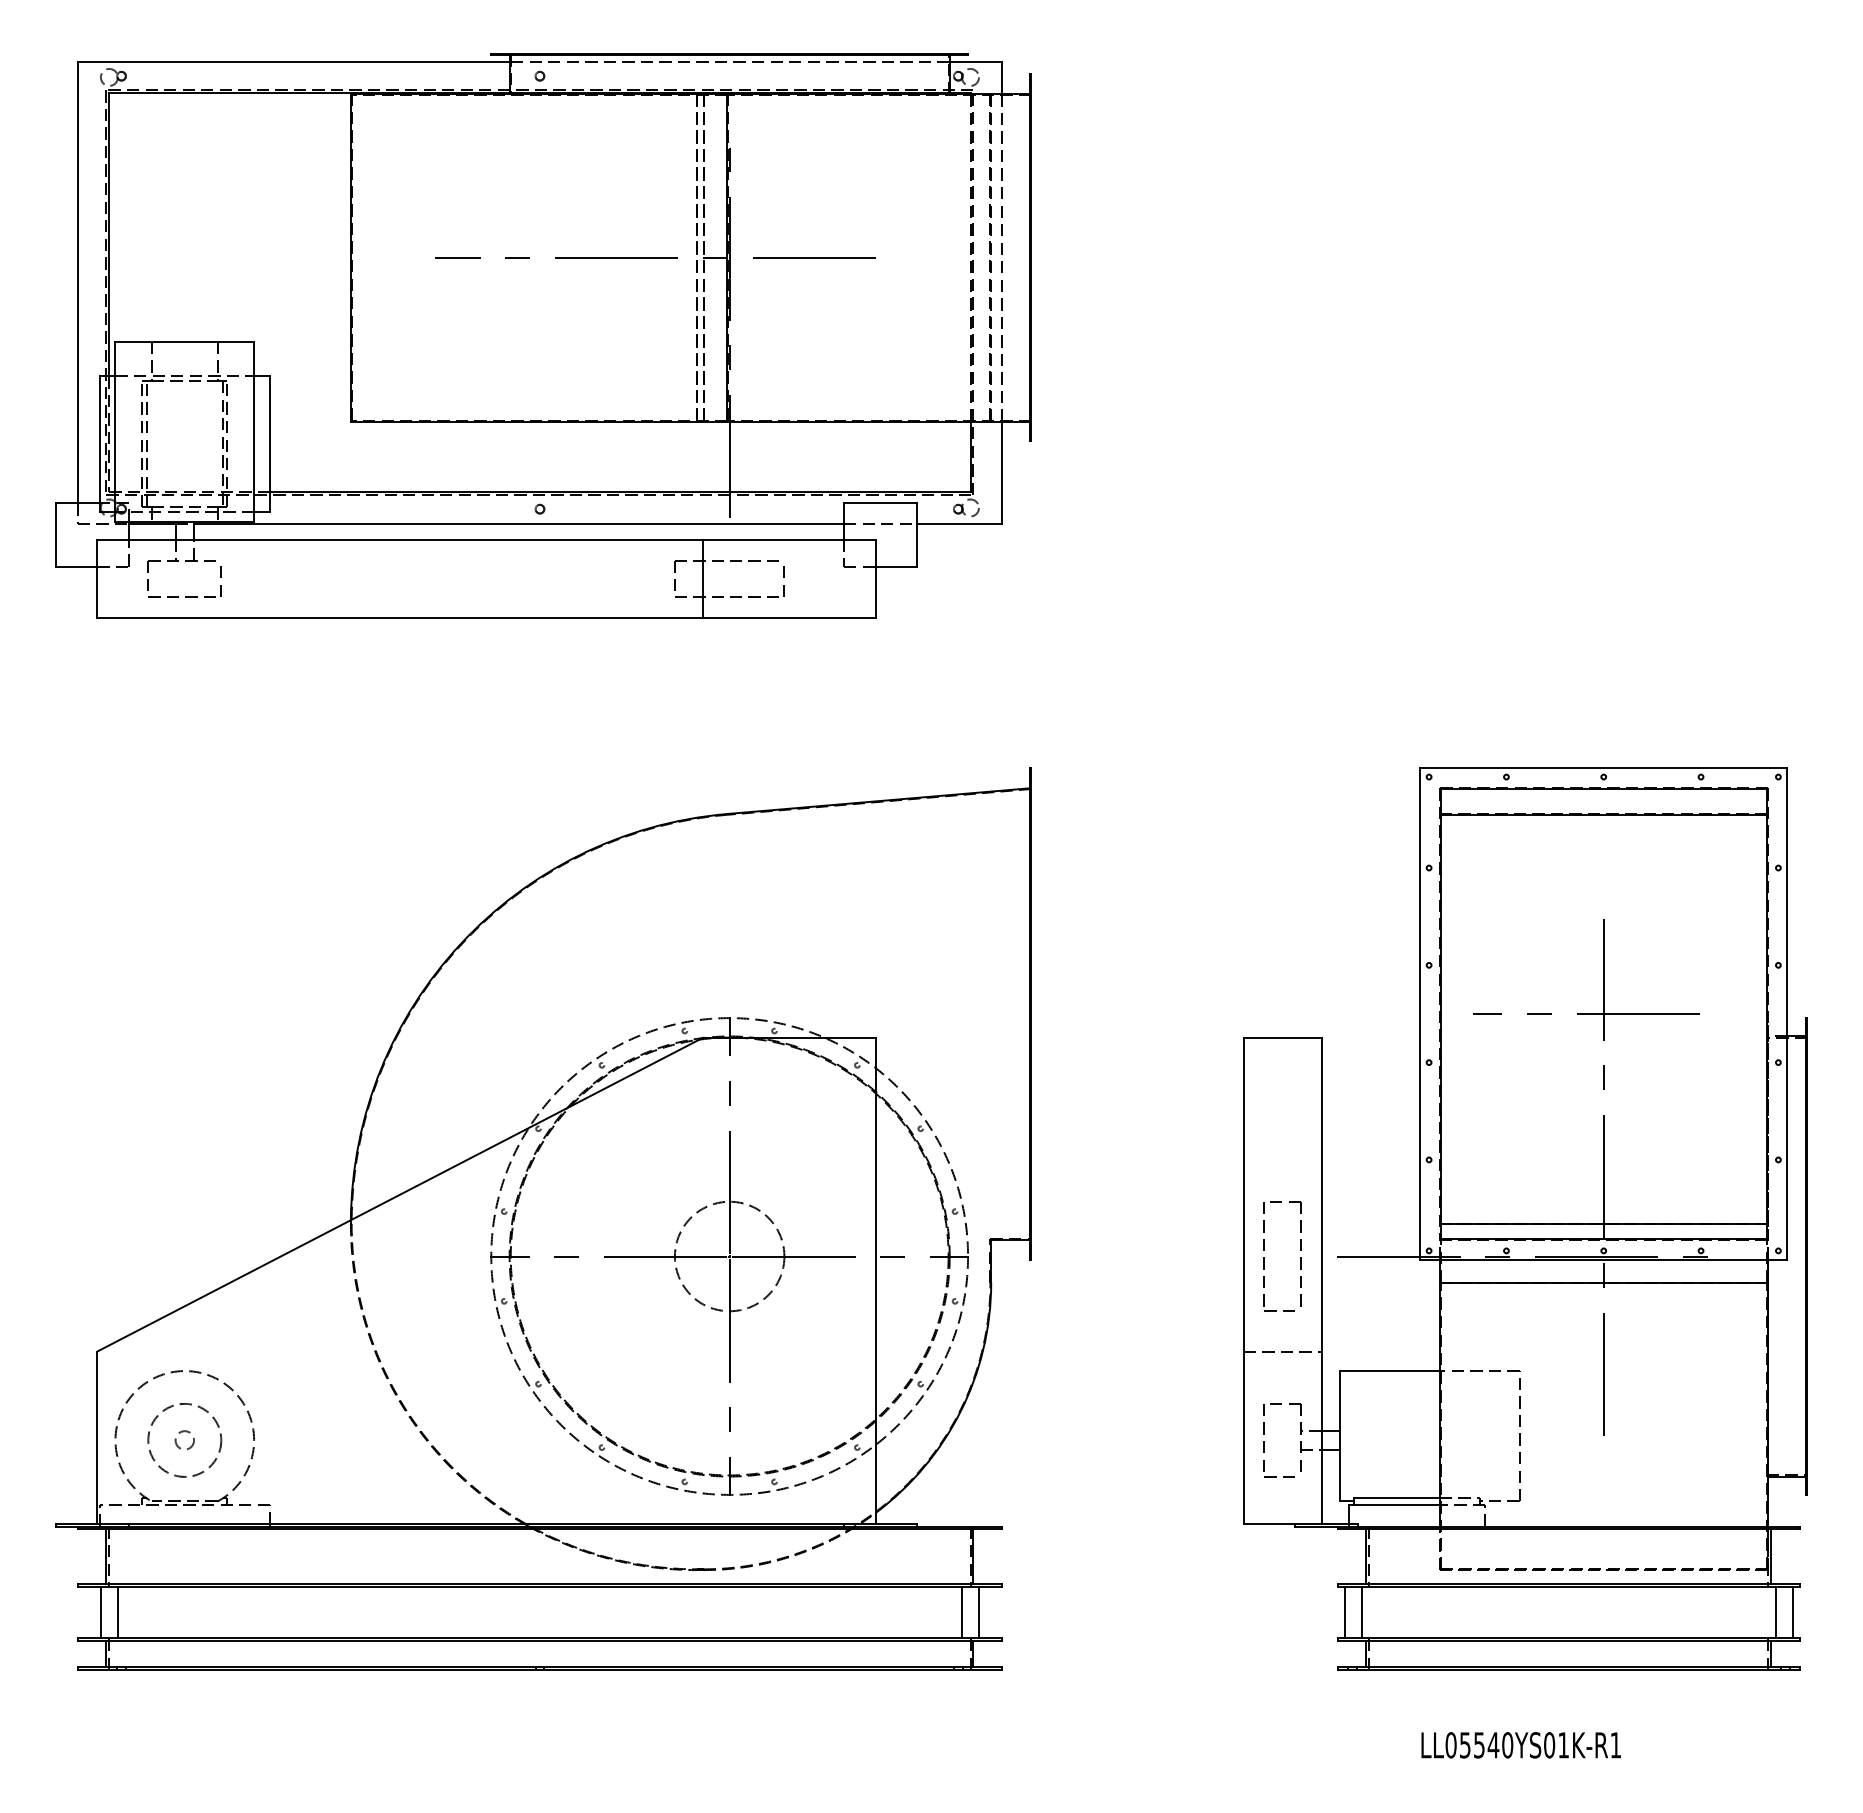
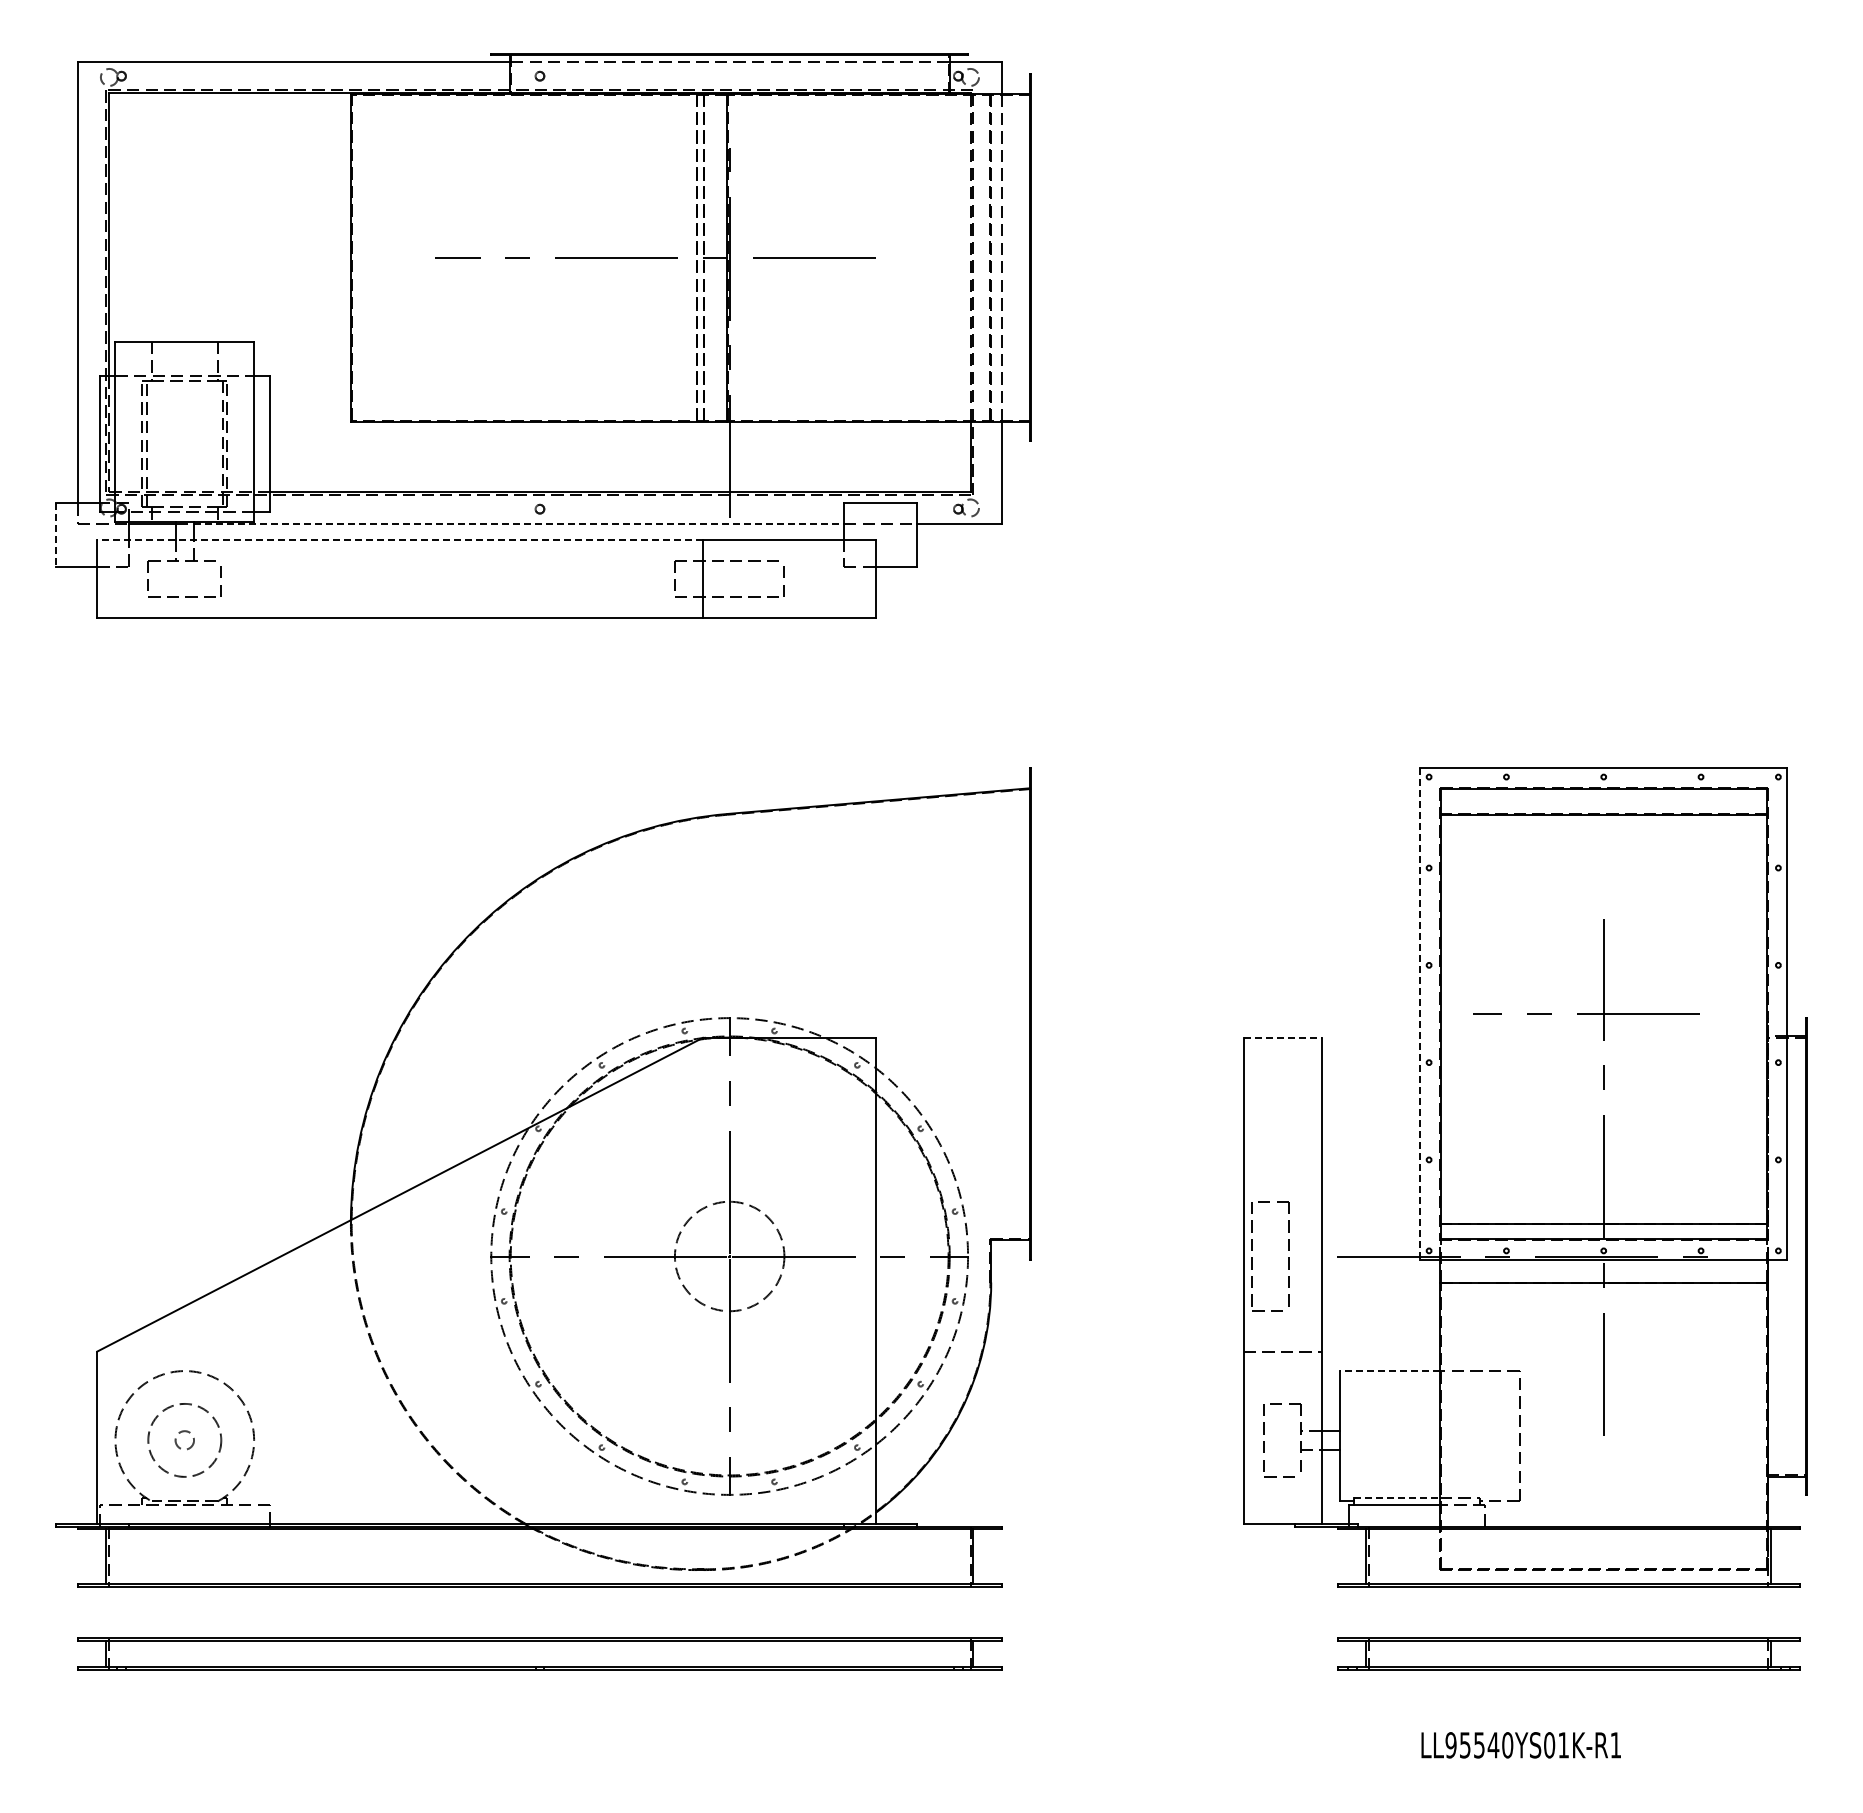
line at (519, 523): solid -> dashed
line at (55, 534): solid -> dashed
line at (400, 539): solid -> dashed
line at (1420, 1013): solid -> dashed
line at (1282, 1037): solid -> dashed
part at (1264, 1257) position: (1264, 1257) -> (1252, 1257)
line at (1389, 1371): solid -> dashed
line at (1396, 1498): solid -> dashed
line at (100, 1612): present -> none
line at (117, 1612): present -> none
line at (961, 1612): present -> none
line at (979, 1612): present -> none
line at (1344, 1612): present -> none
line at (1361, 1612): present -> none
line at (1775, 1612): present -> none
line at (1792, 1612): present -> none
text at (1450, 1745): LL05540YS01K-R1 -> LL95540YS01K-R1
